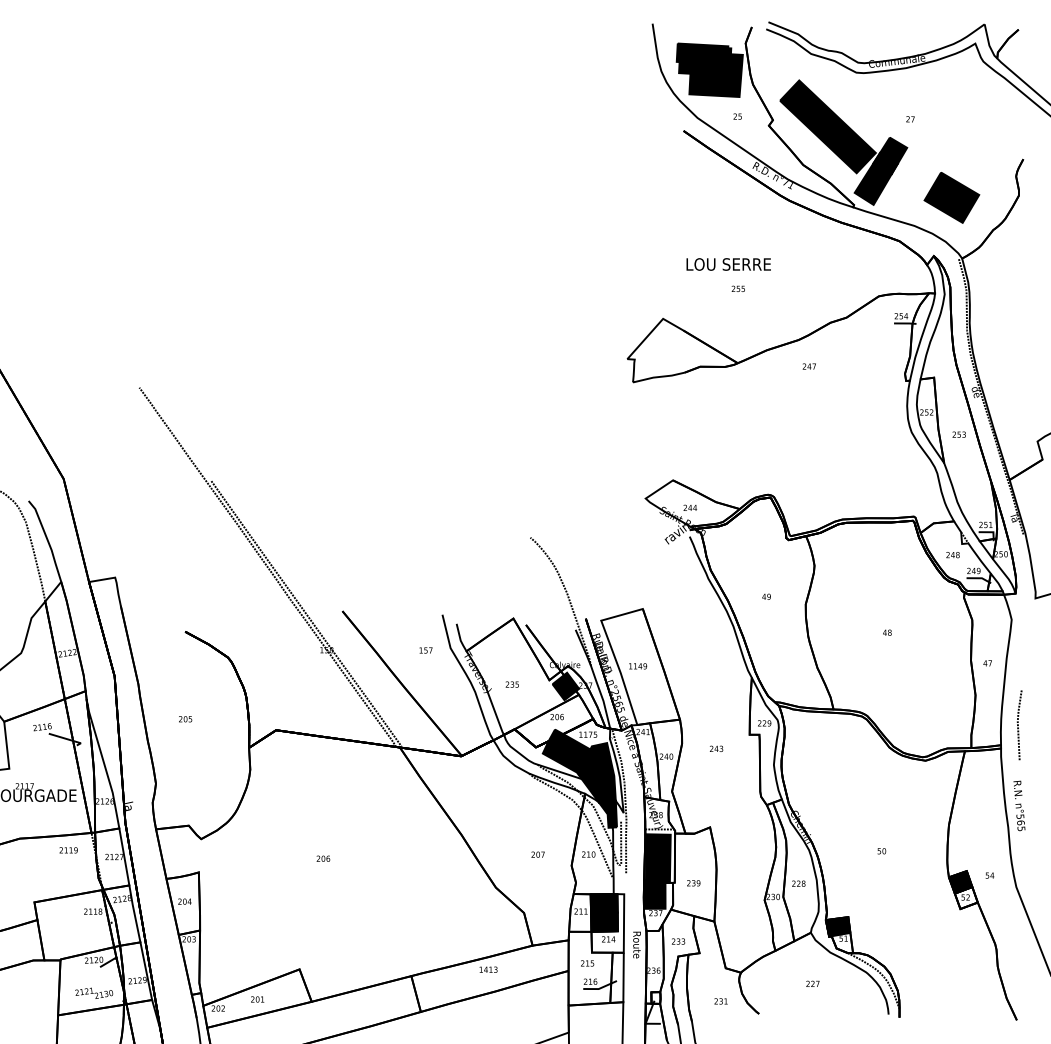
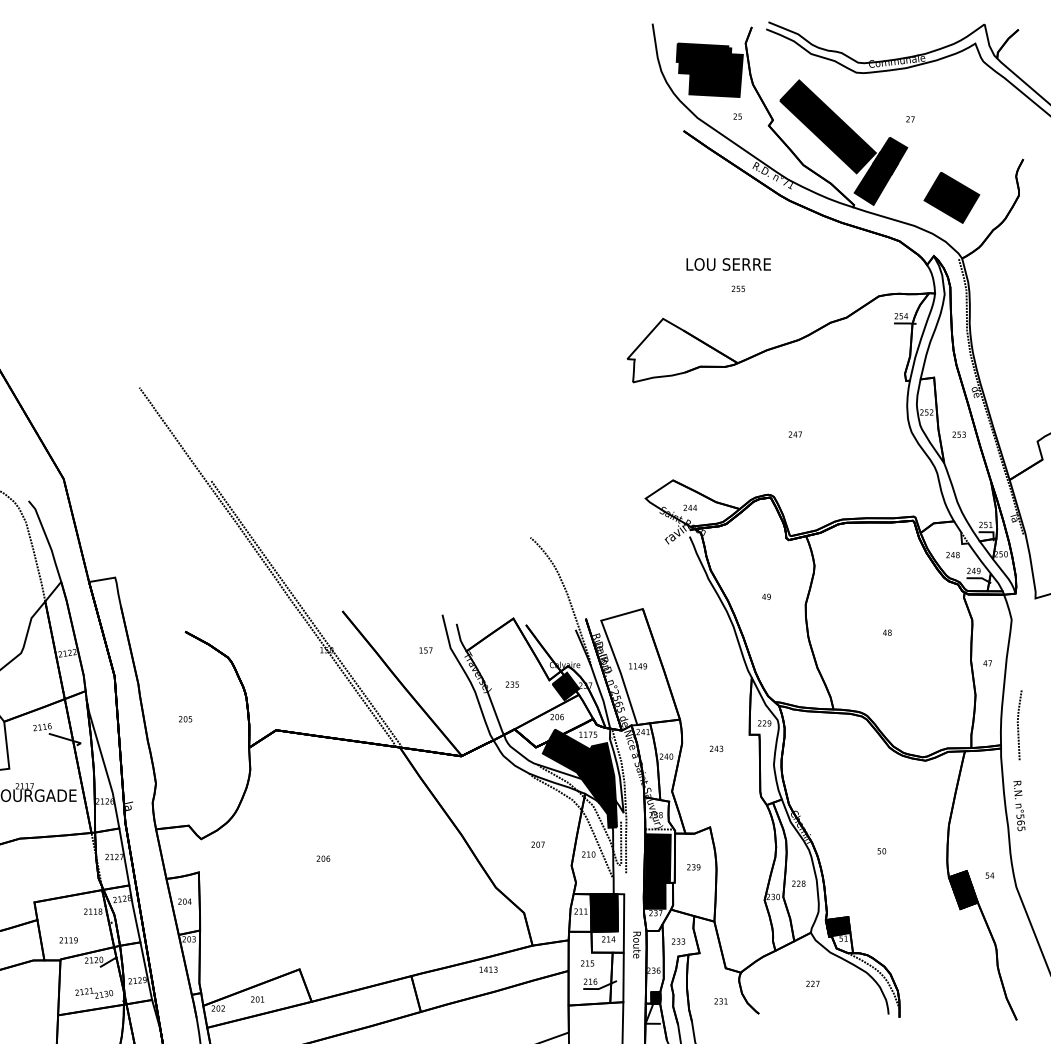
text at (808, 366) position: (808, 366) -> (794, 434)
text at (68, 850) position: (68, 850) -> (68, 940)
text at (537, 854) position: (537, 854) -> (537, 844)
text at (693, 883) position: (693, 883) -> (693, 867)
fill at (965, 898): none -> present
fill at (655, 997): none -> present
